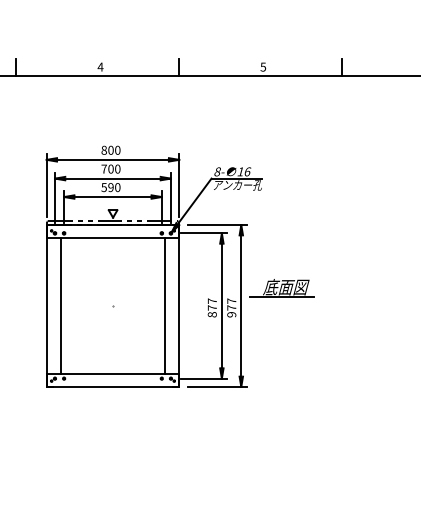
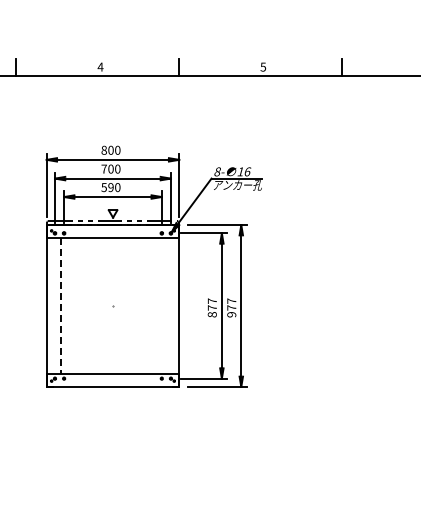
part at (281, 288): present -> none
line at (165, 305): present -> none
line at (60, 306): solid -> dashed
